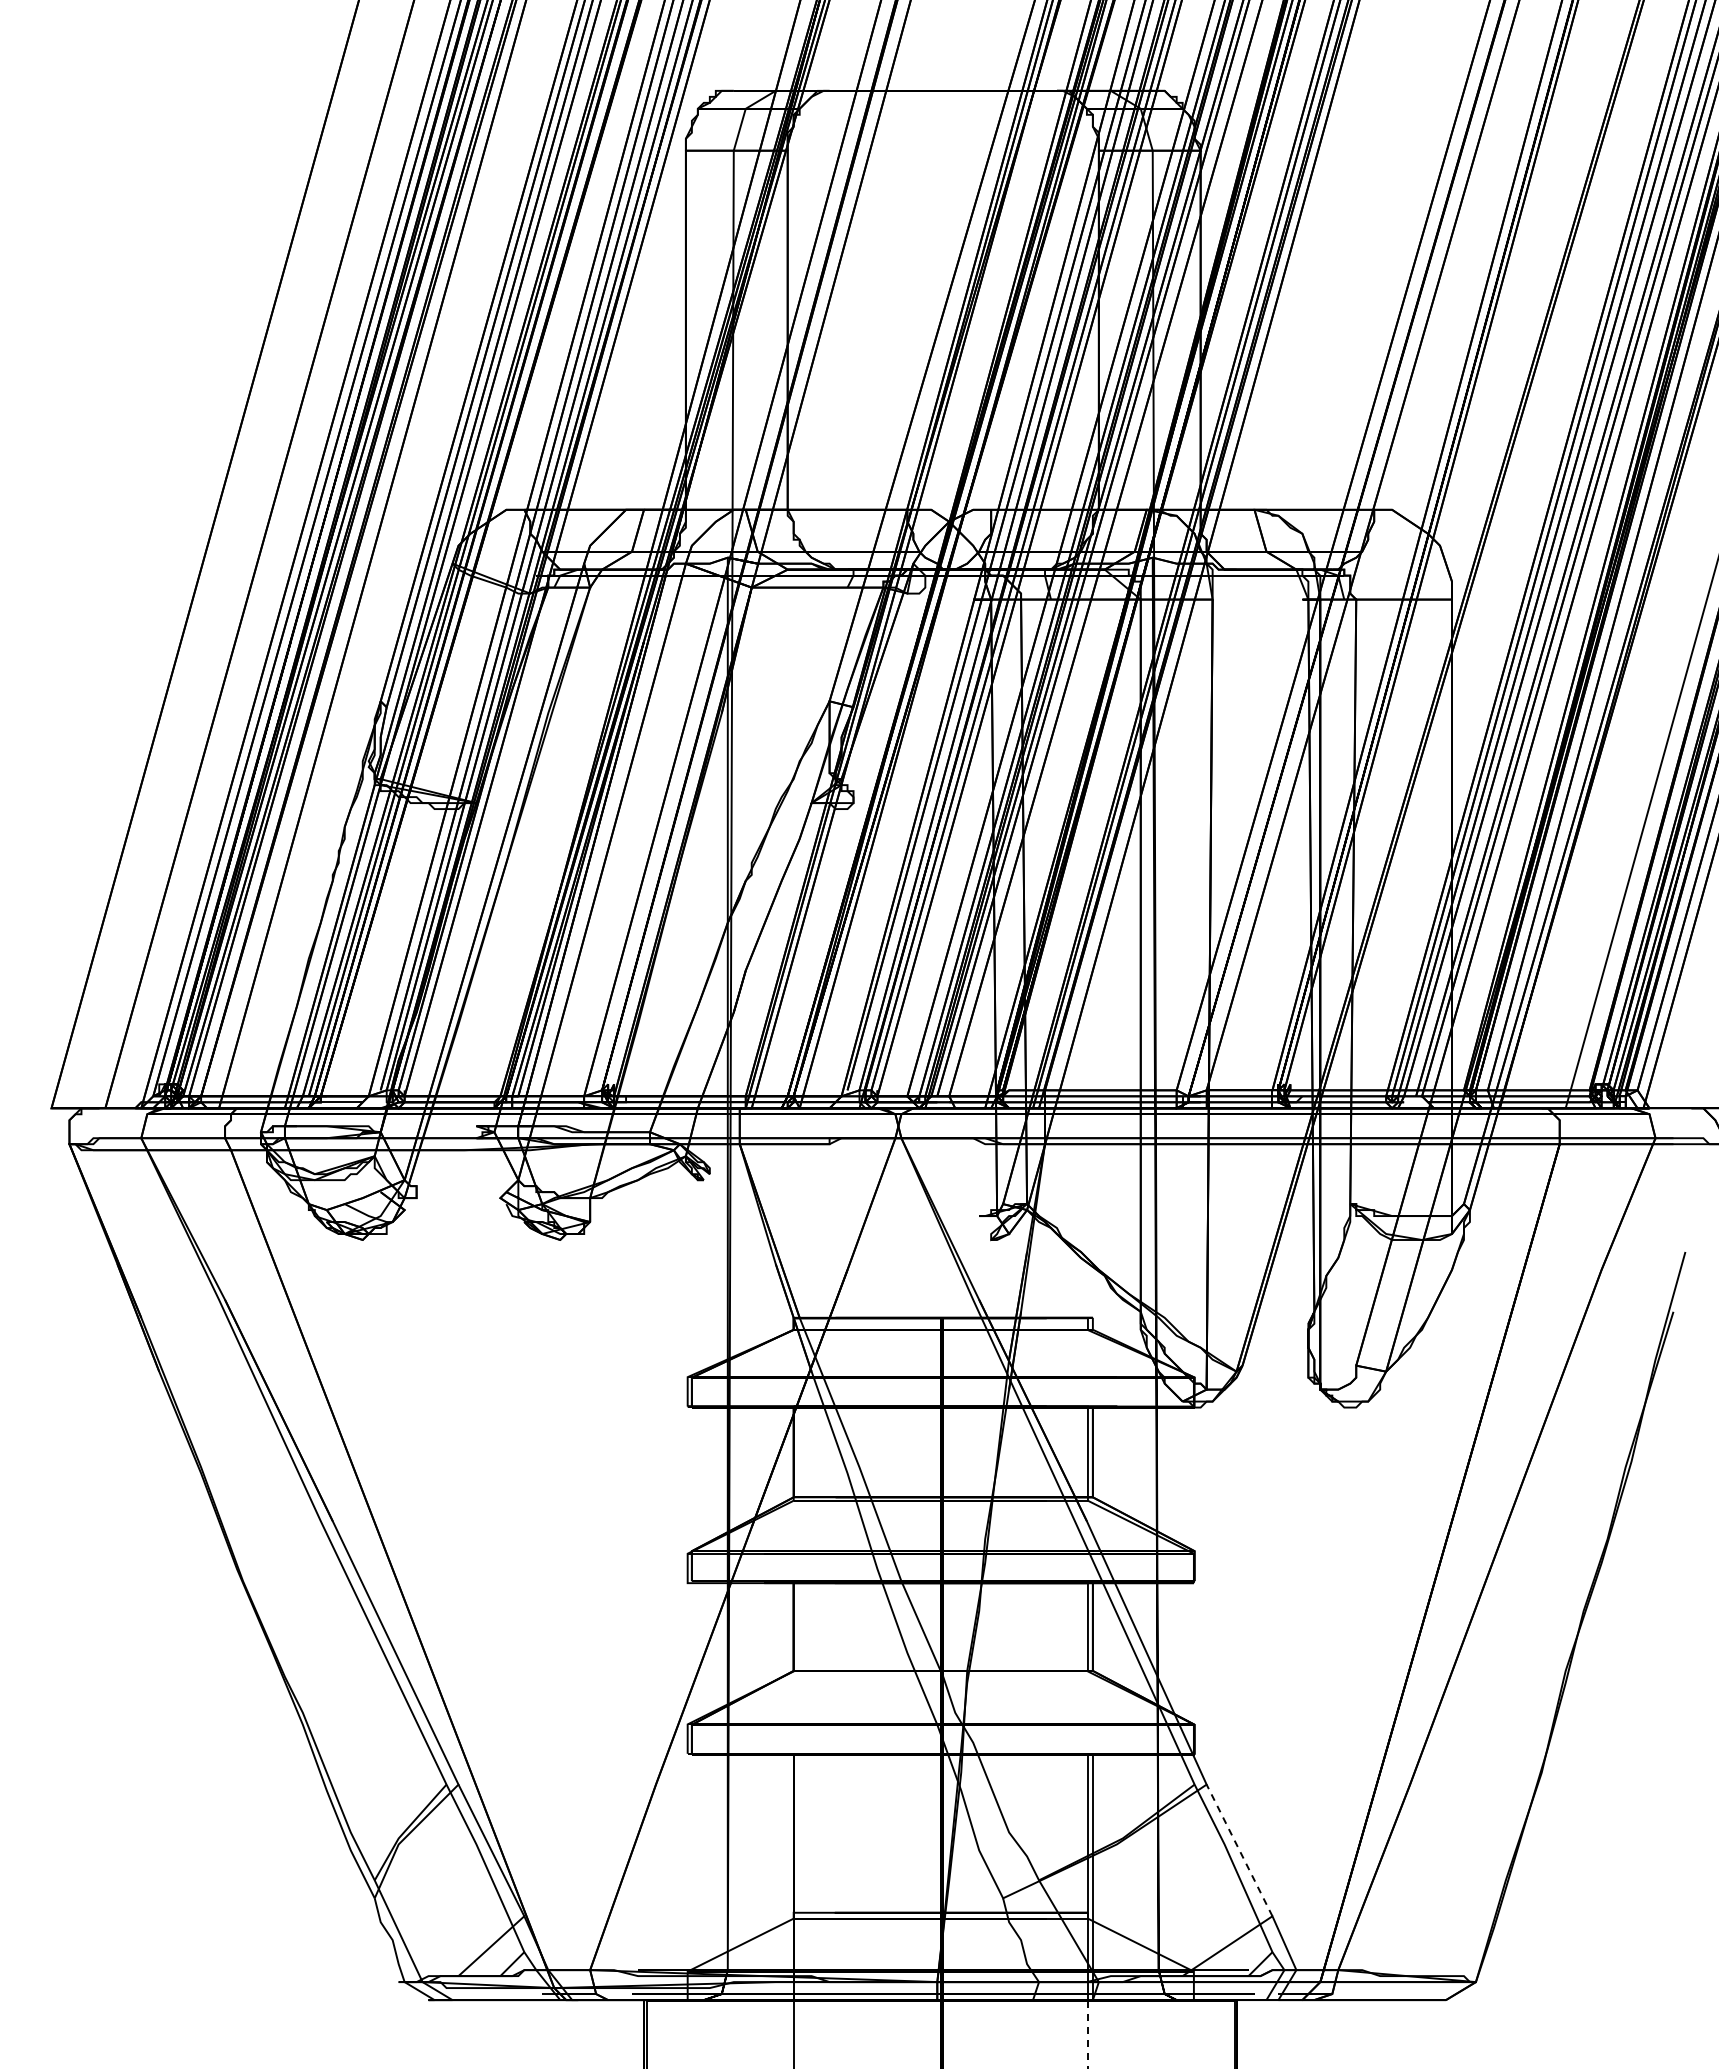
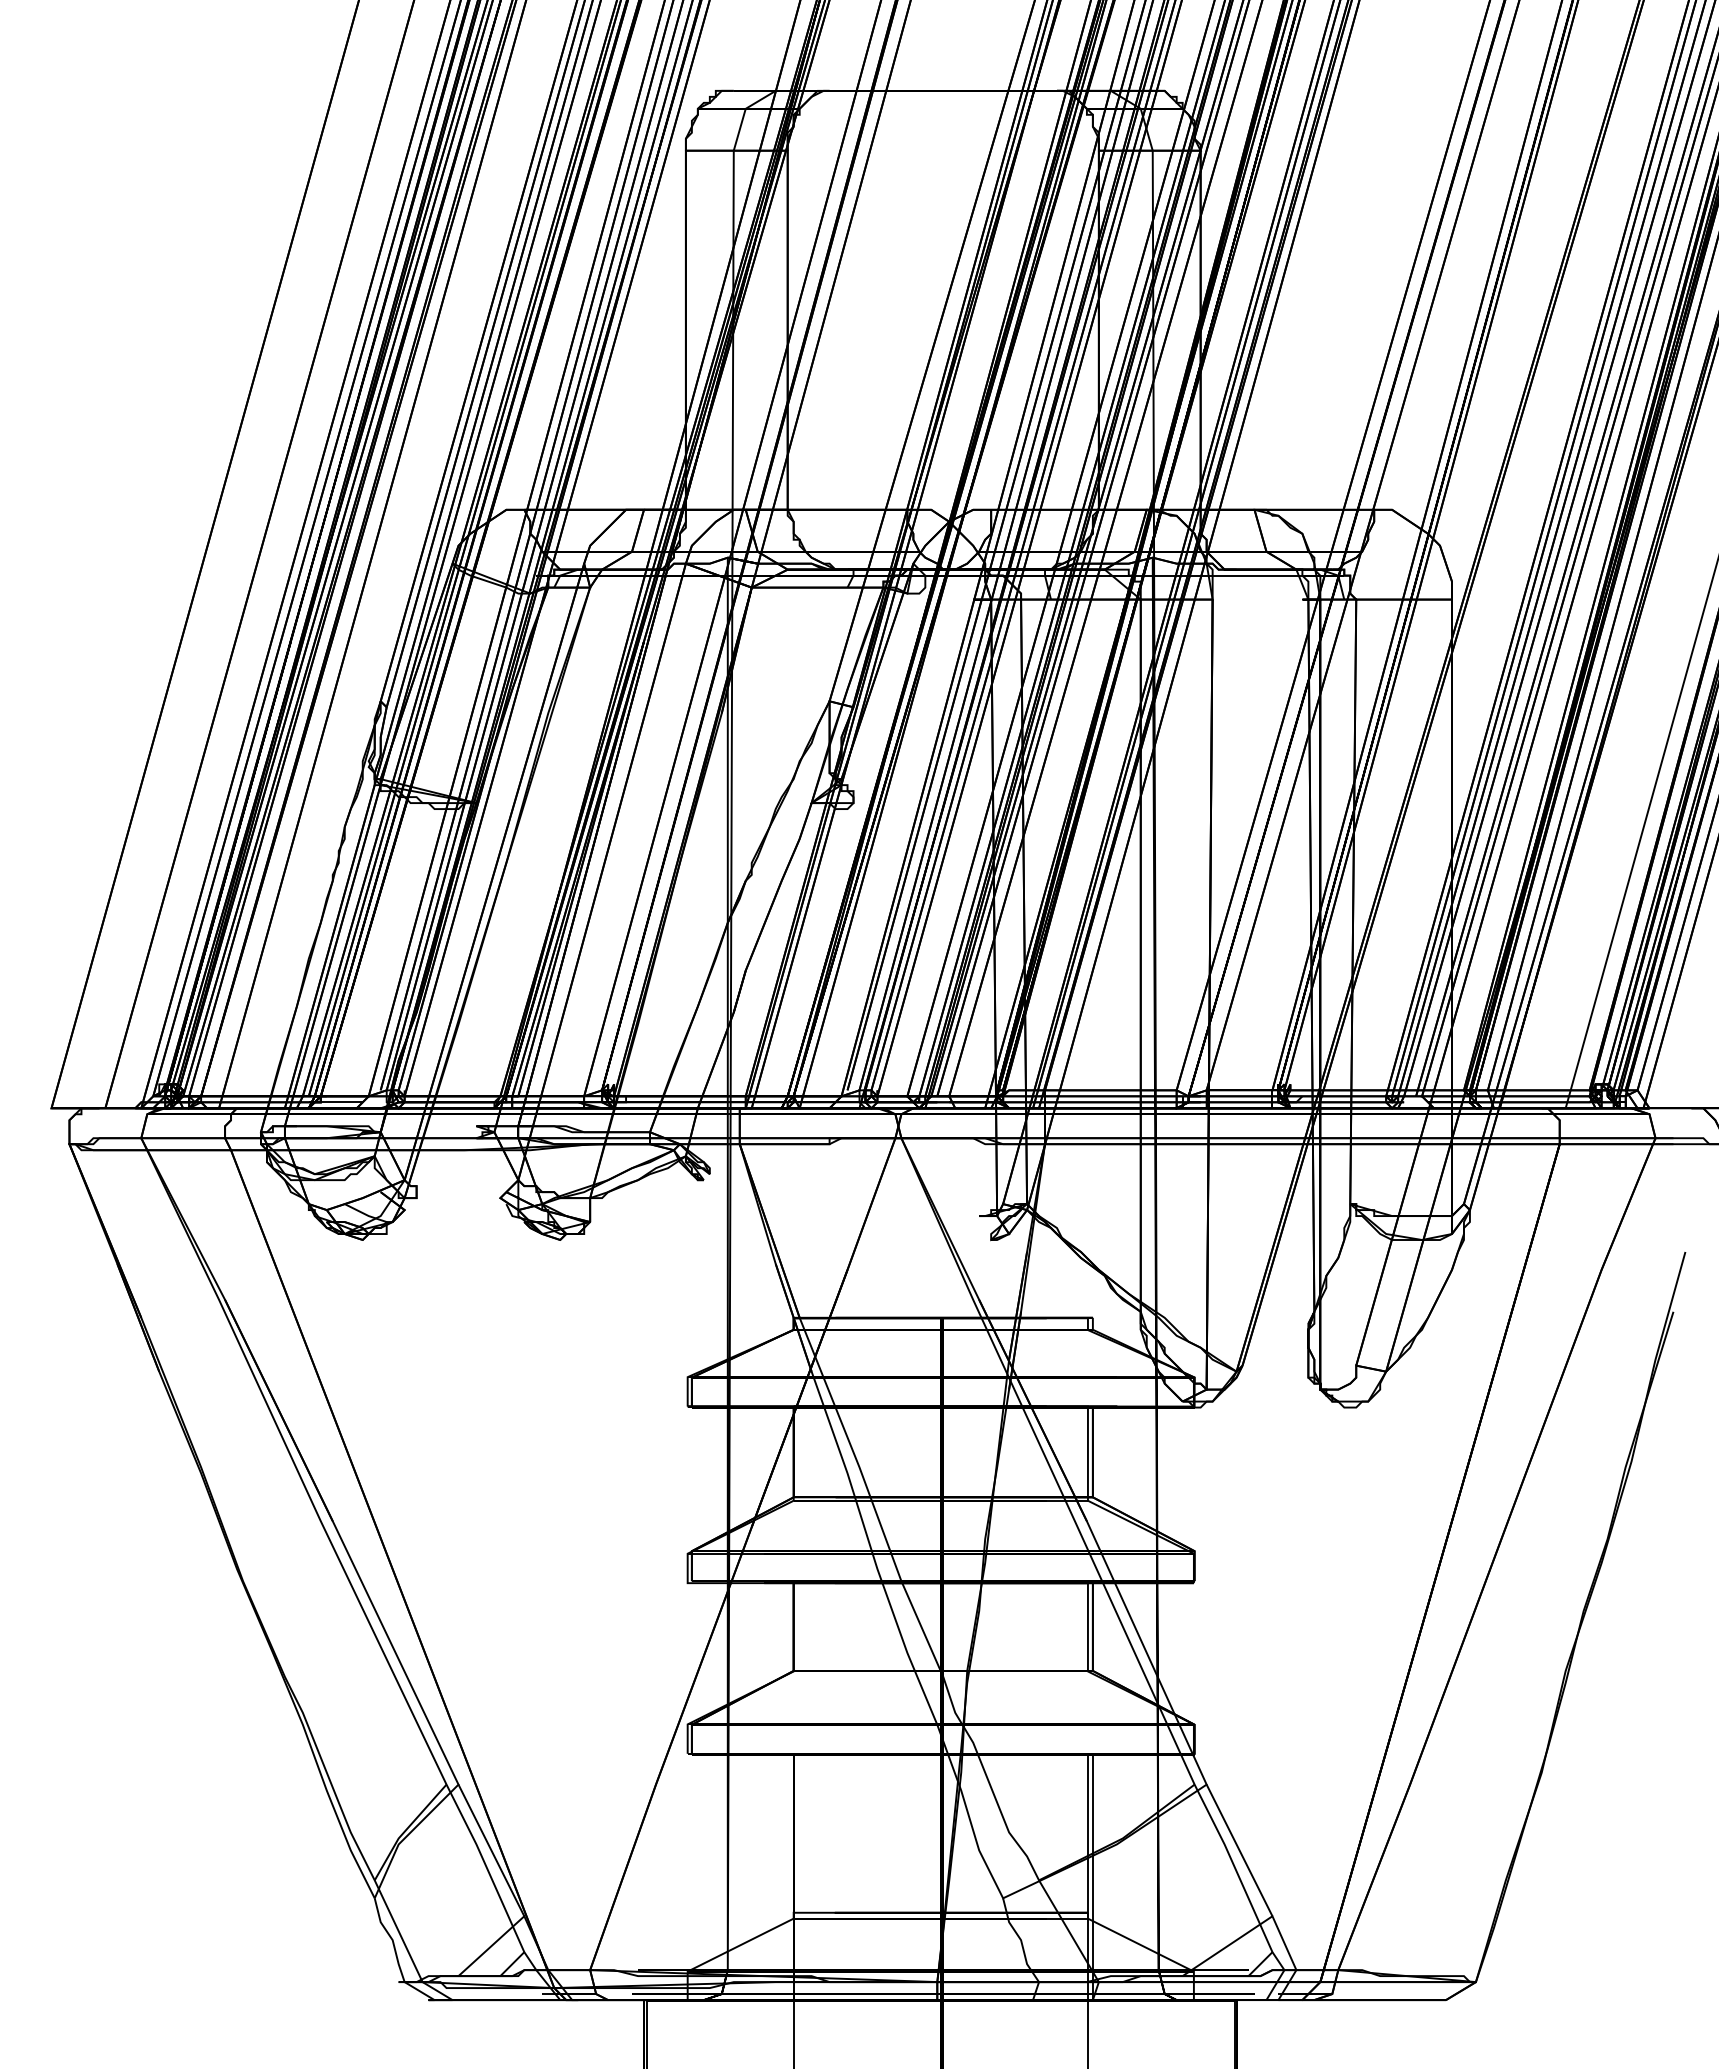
line at (1239, 1850): dashed -> solid
line at (1087, 2034): dashed -> solid
